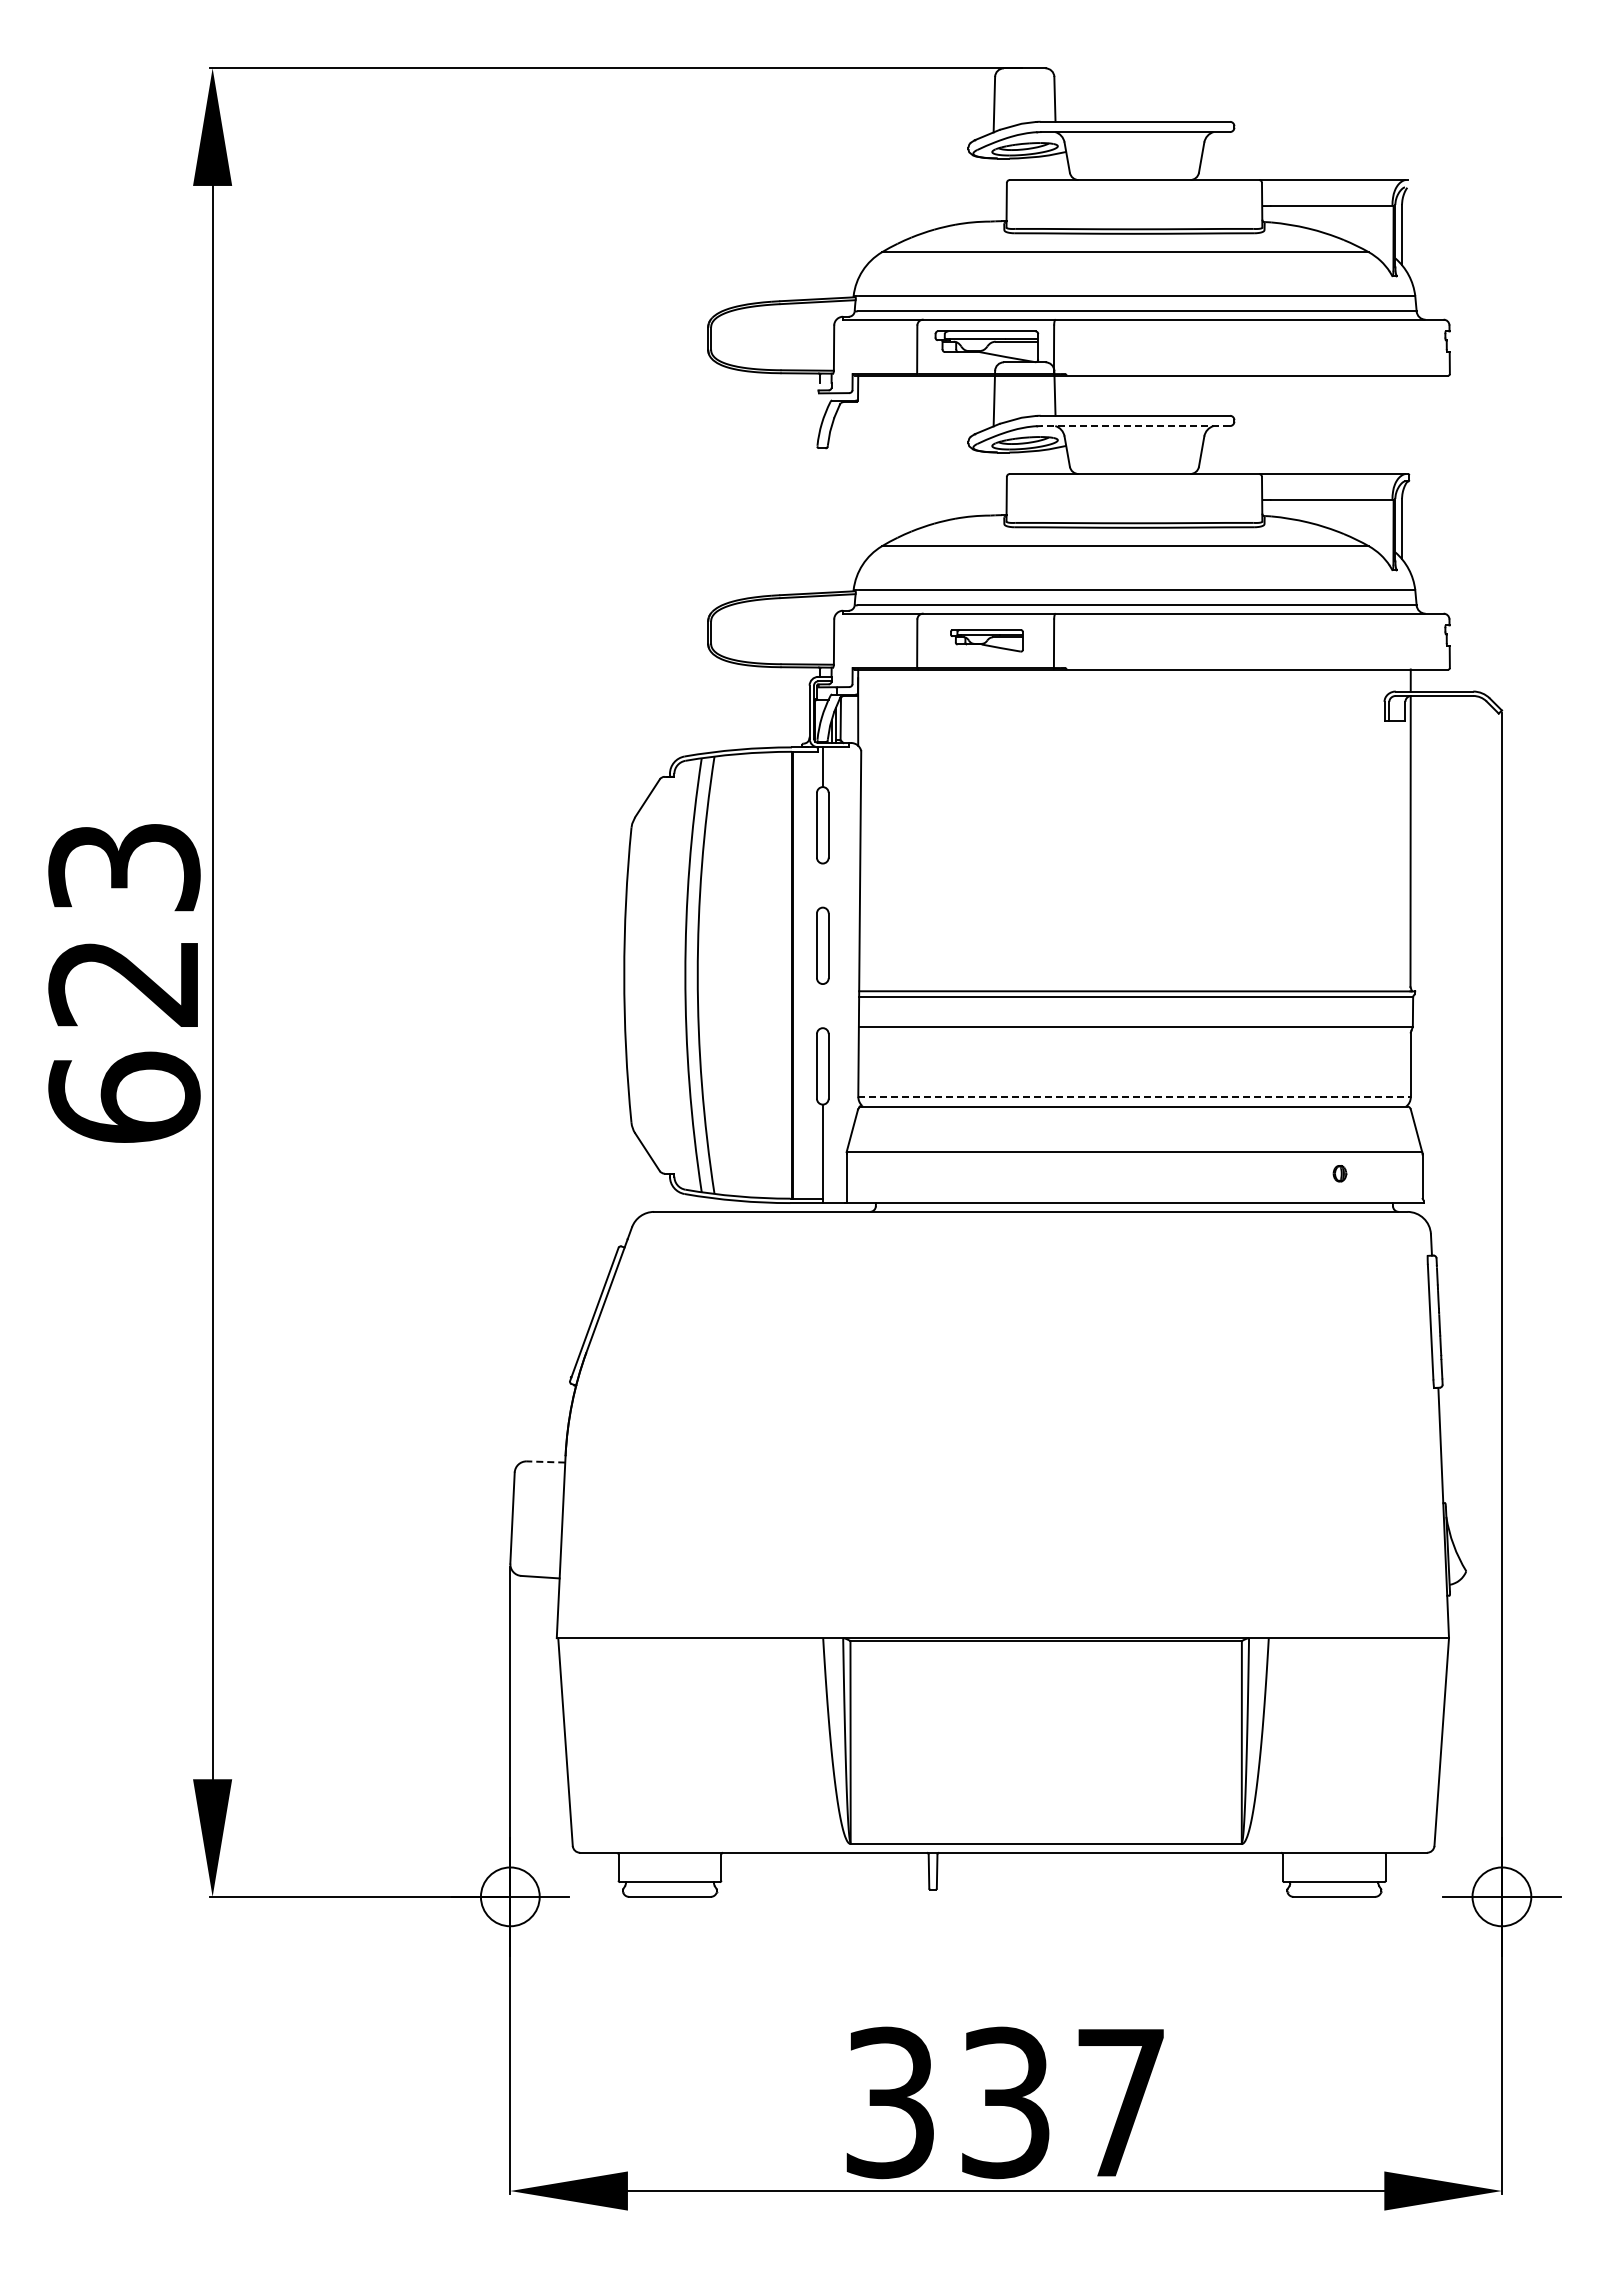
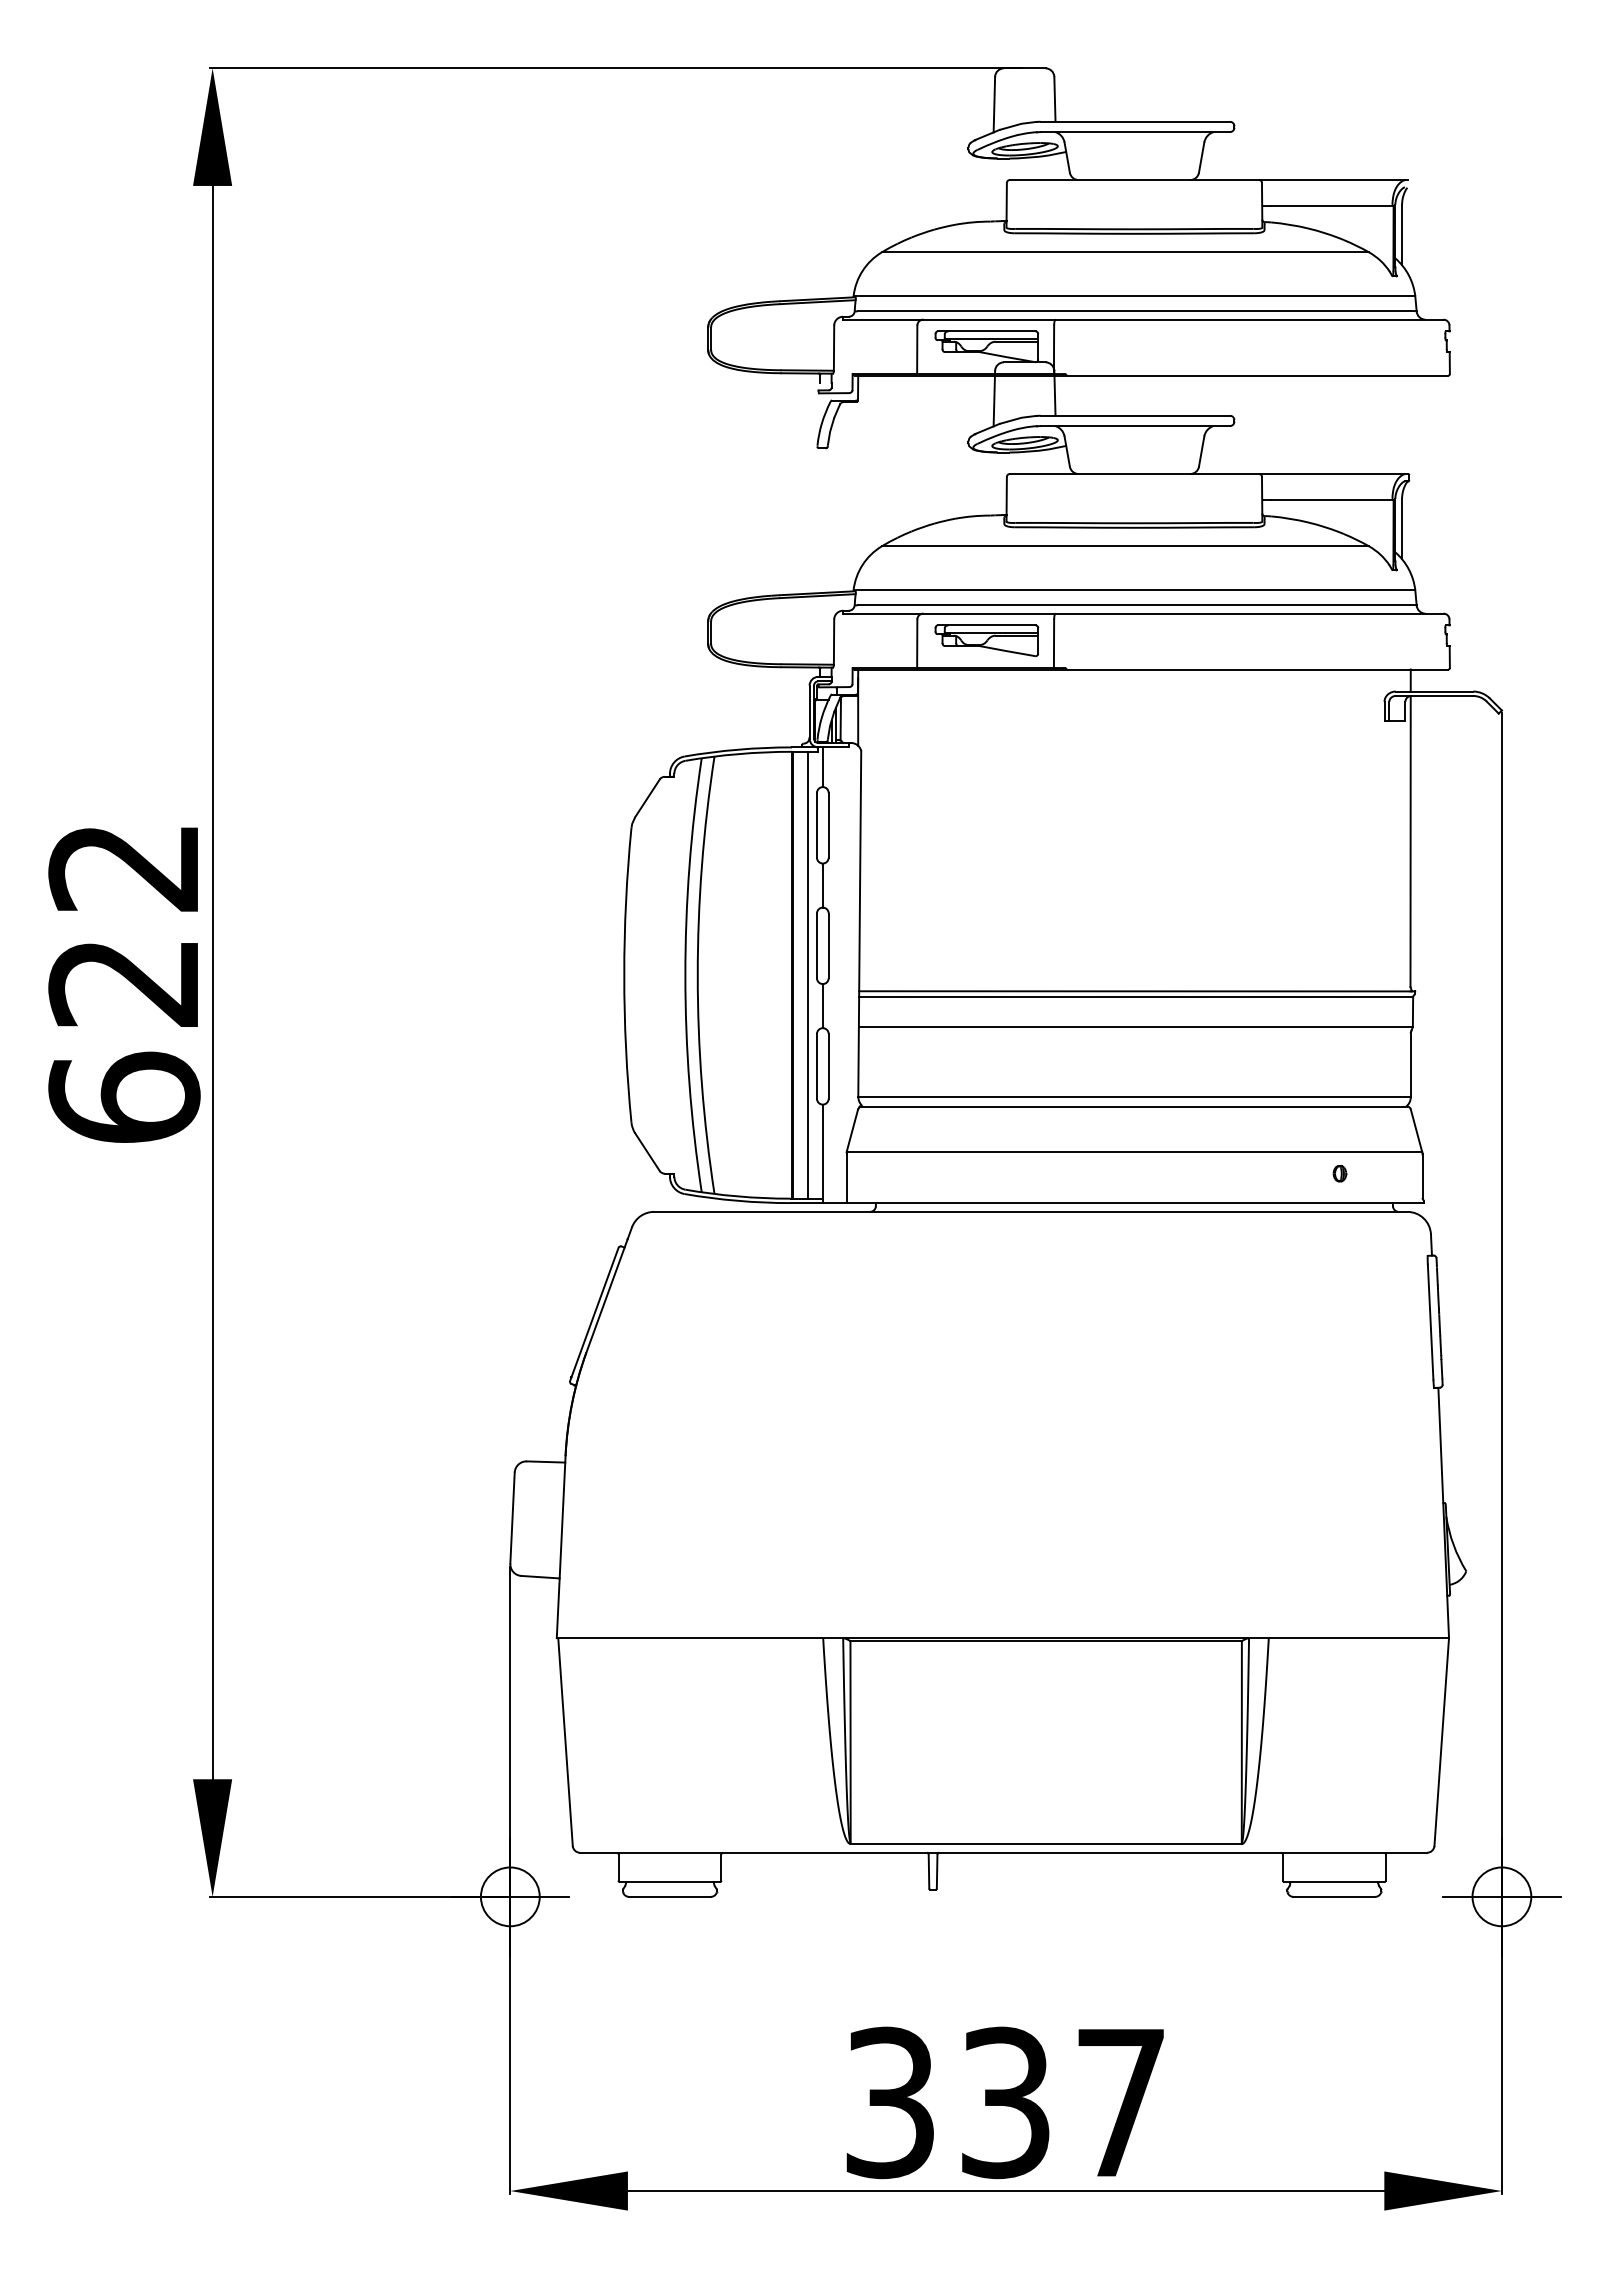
line at (1134, 426): dashed -> solid
part at (986, 640) size: 74x24 px -> 106x34 px
text at (124, 867): 623 -> 622
line at (822, 885): none -> present
line at (807, 974): none -> present
line at (822, 1006): none -> present
line at (1135, 1097): dashed -> solid
line at (545, 1461): dashed -> solid
